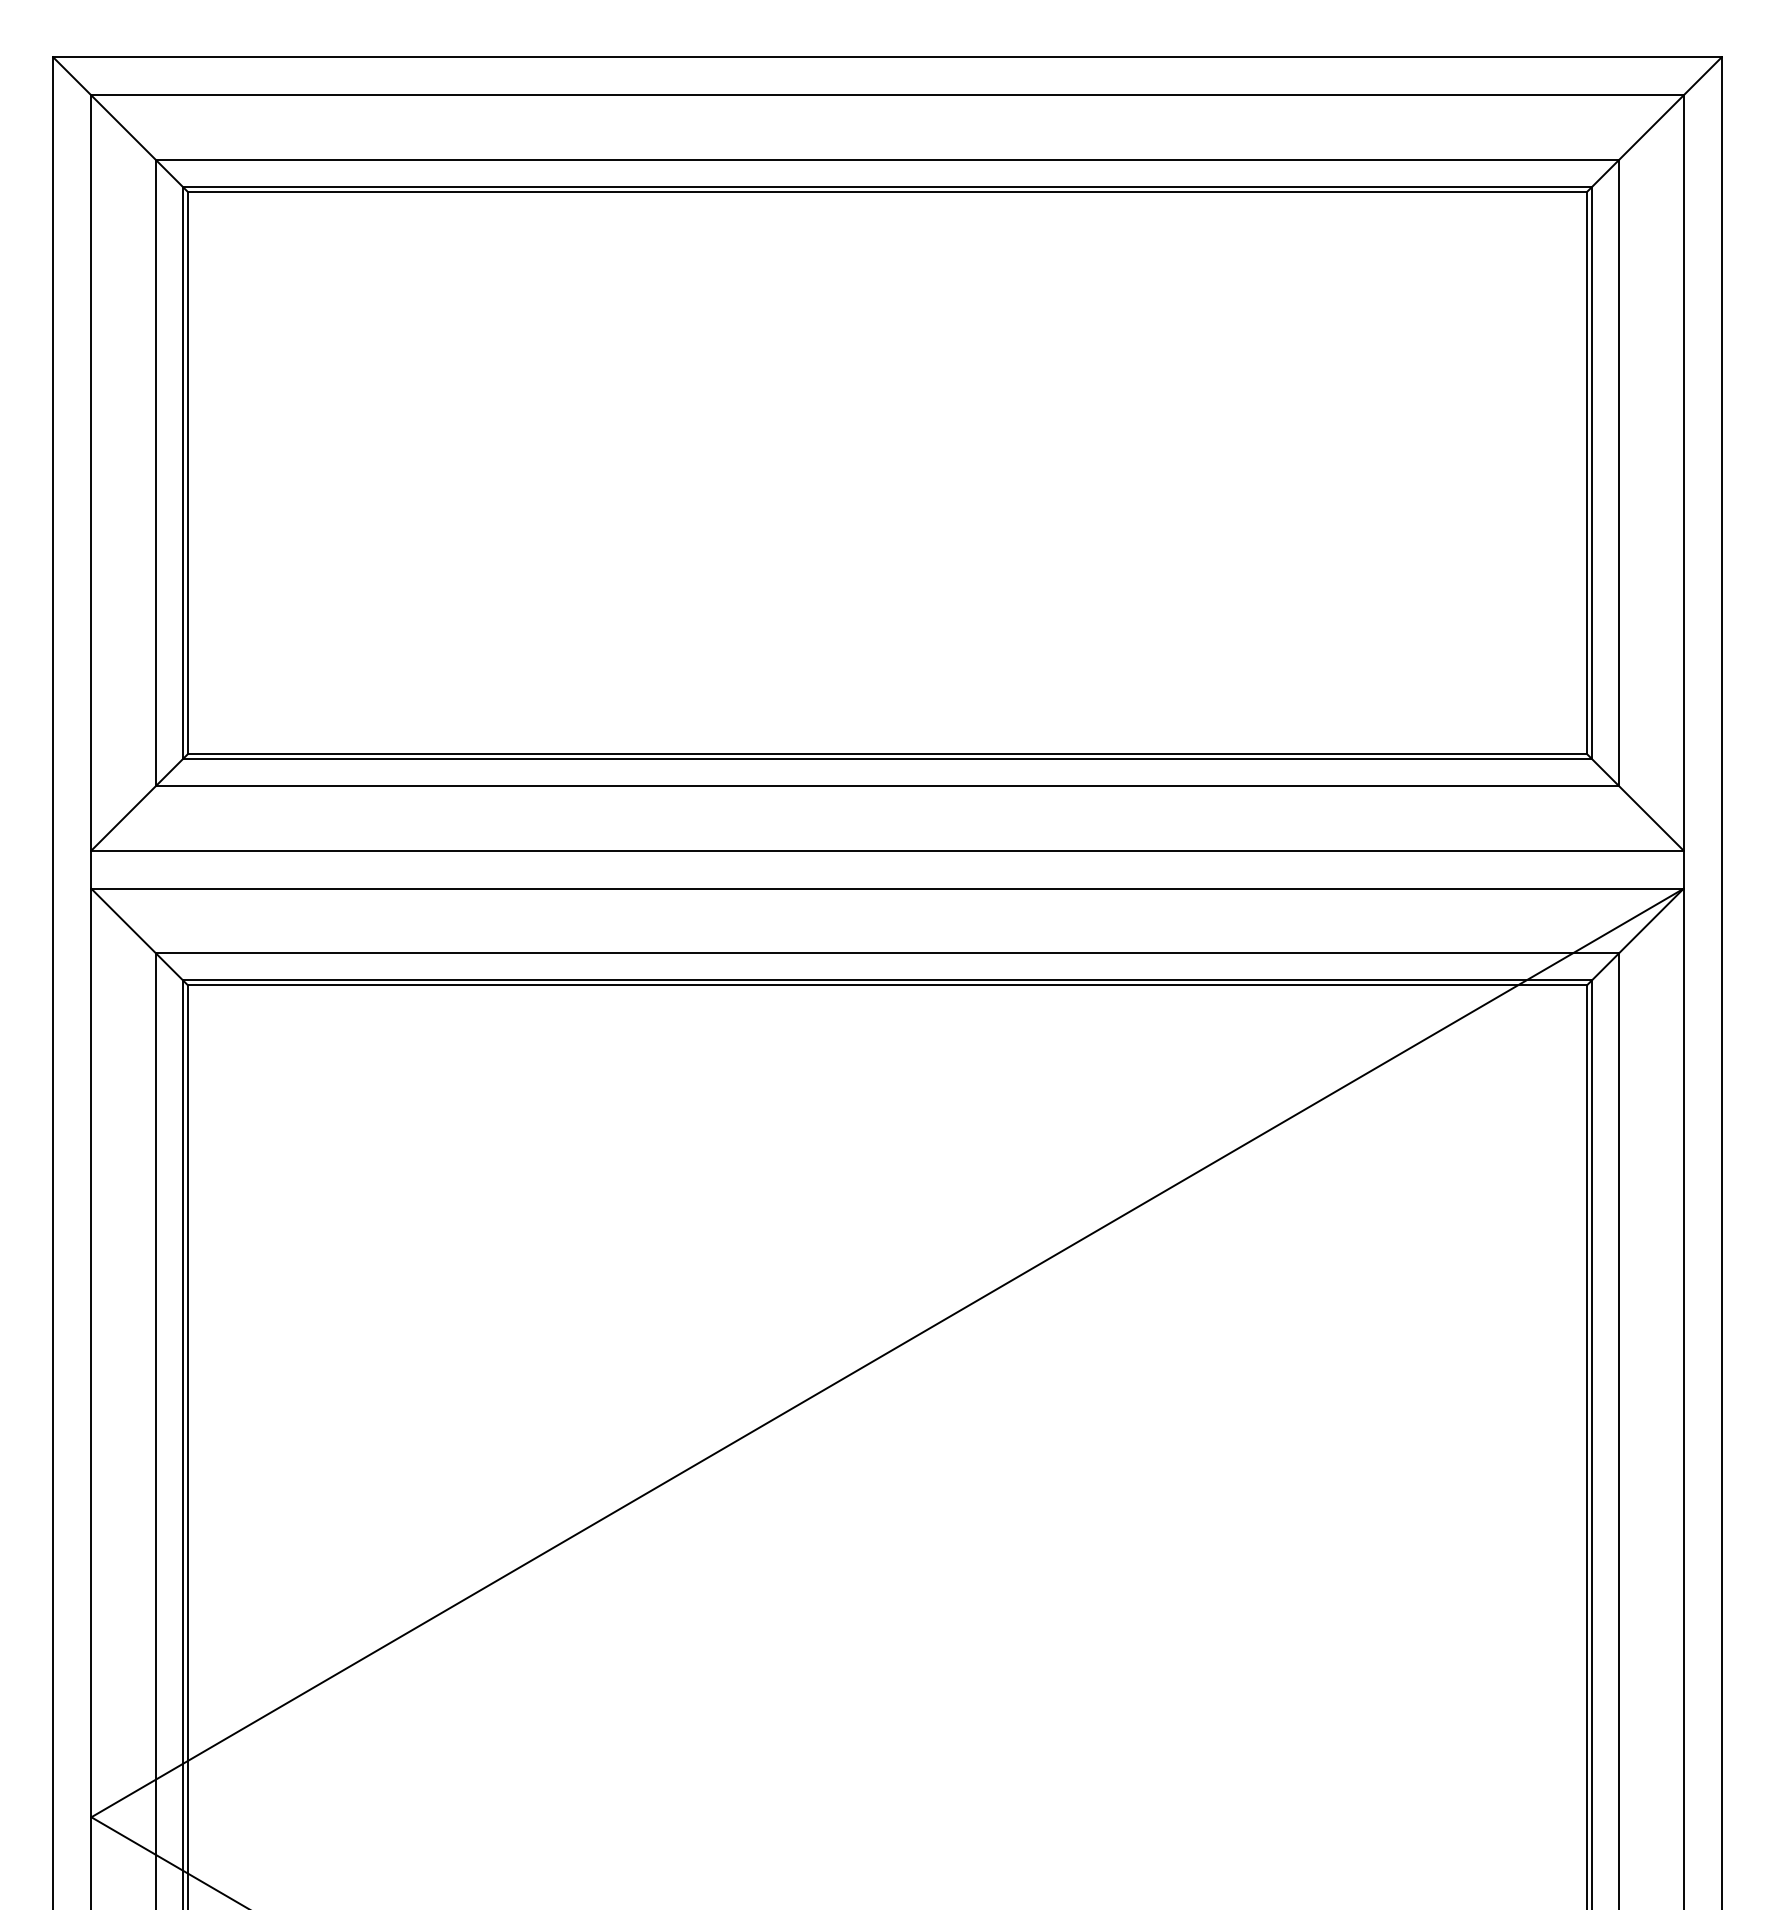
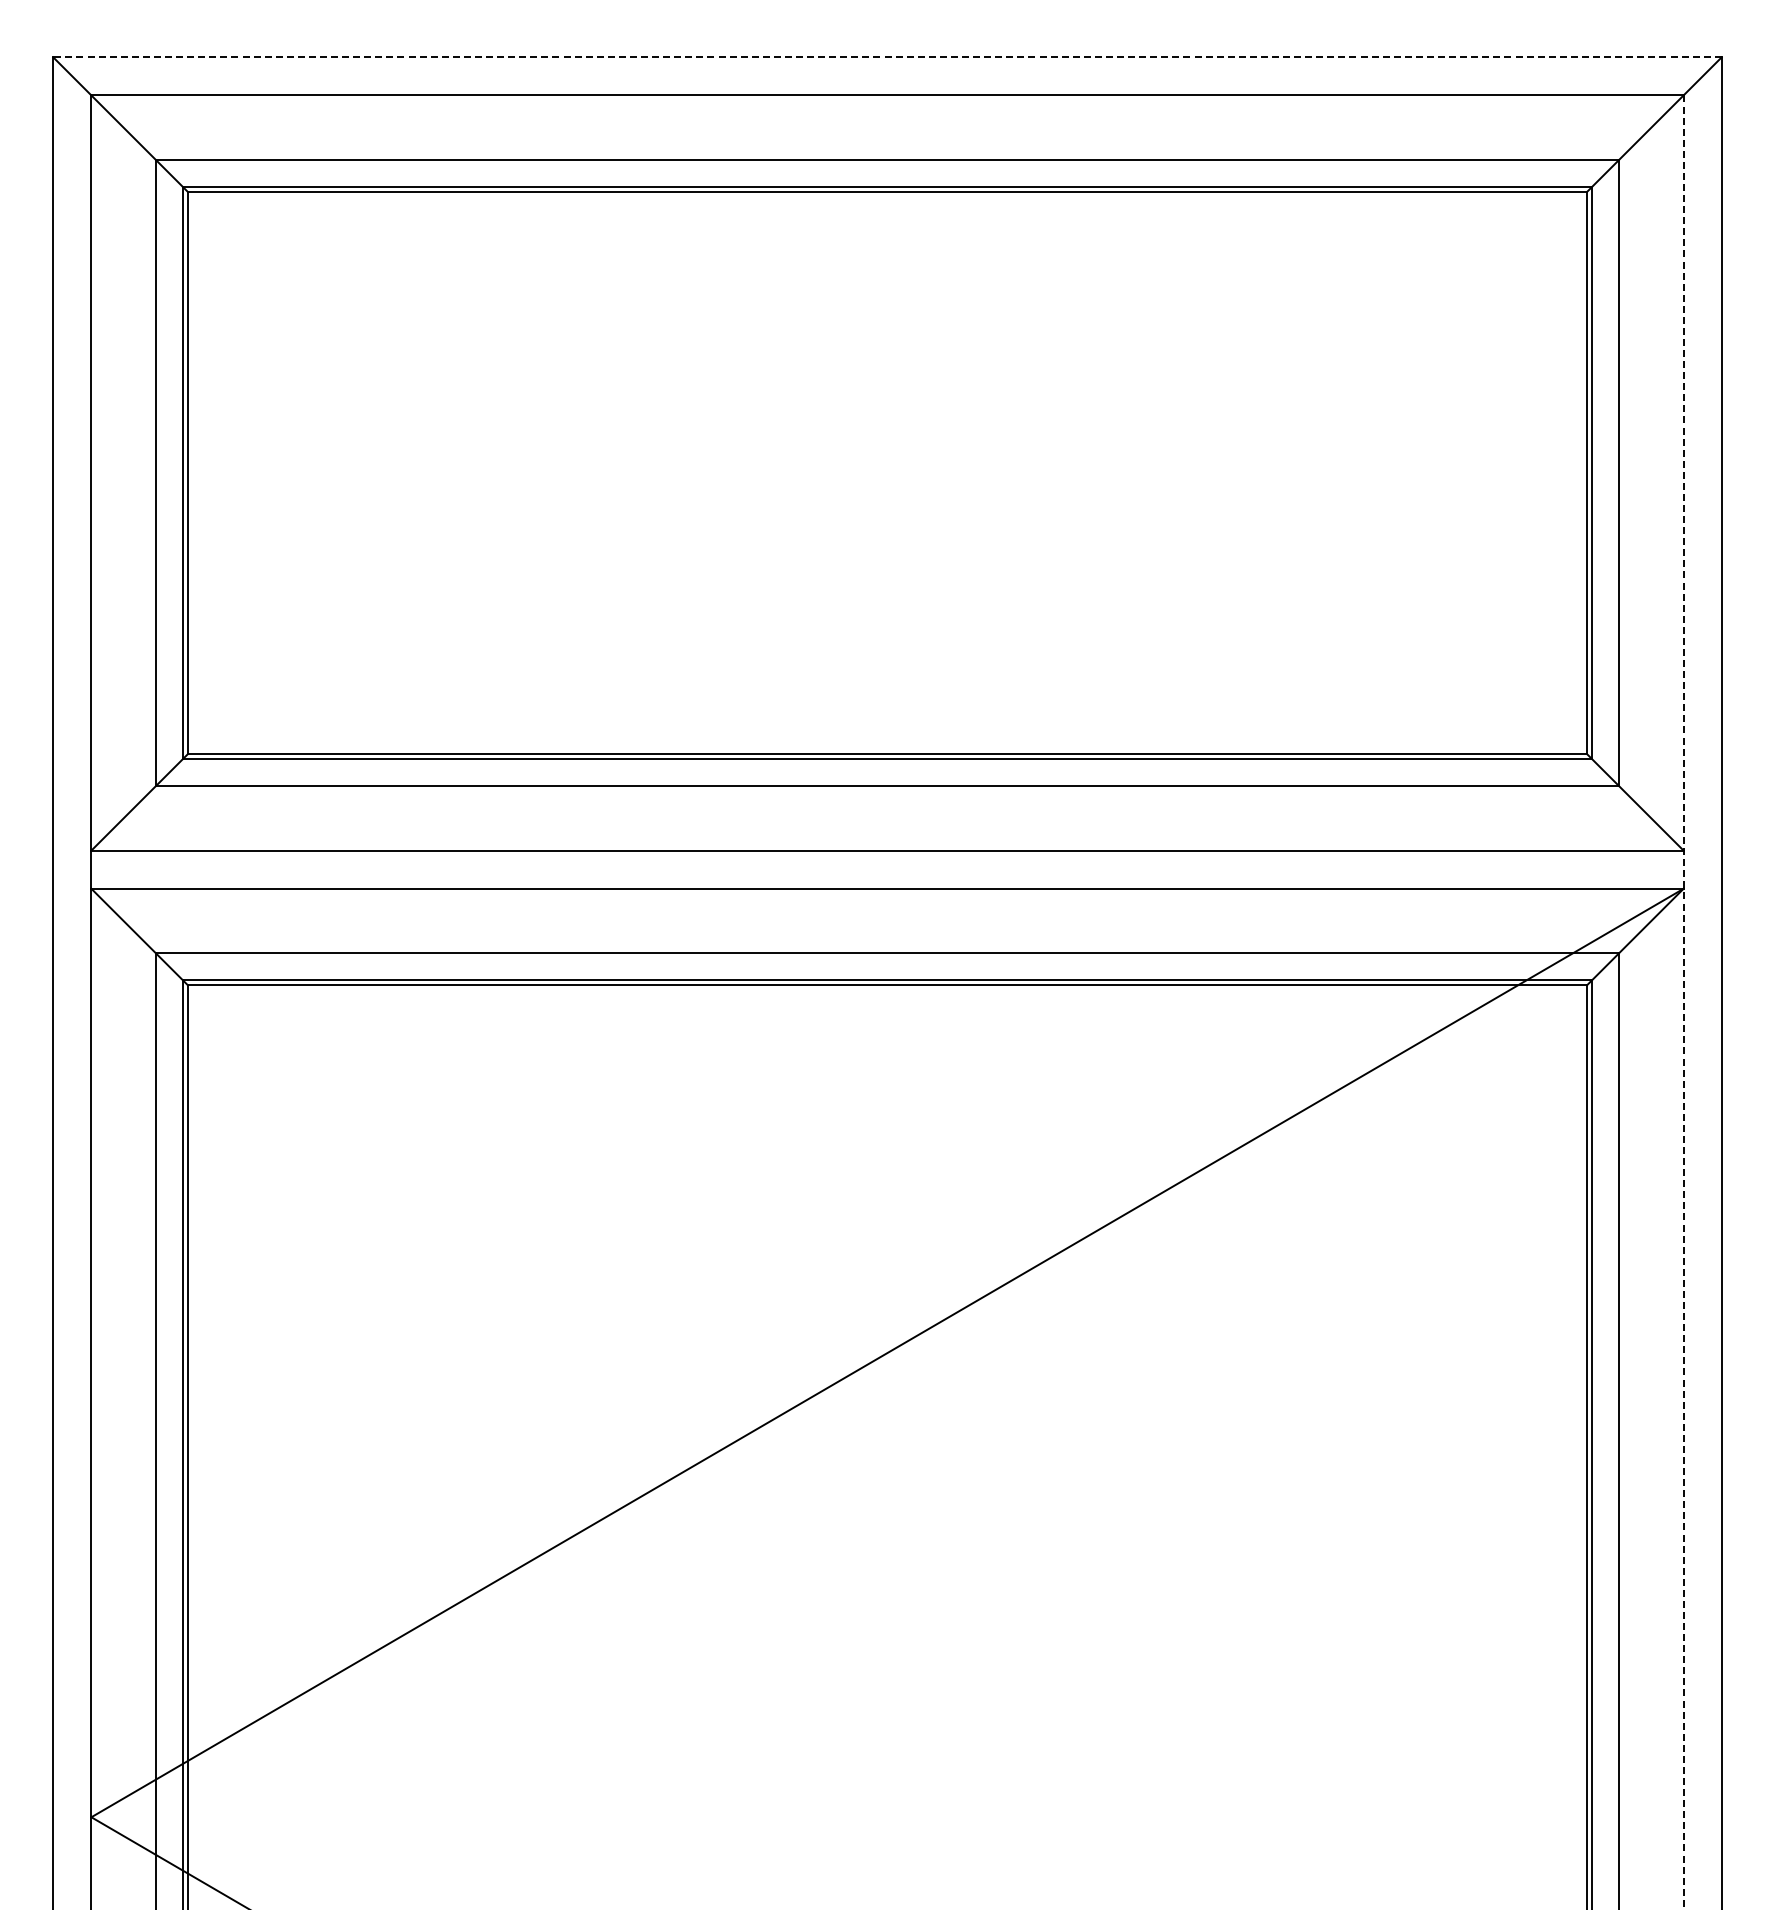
line at (887, 57): solid -> dashed
line at (1683, 1003): solid -> dashed
